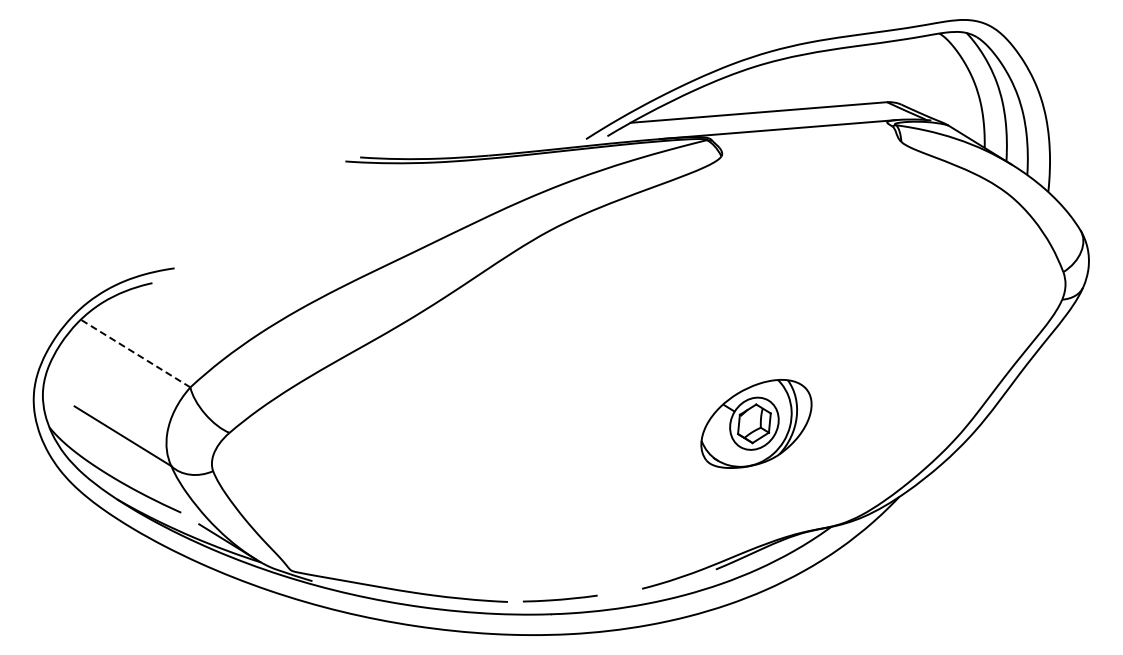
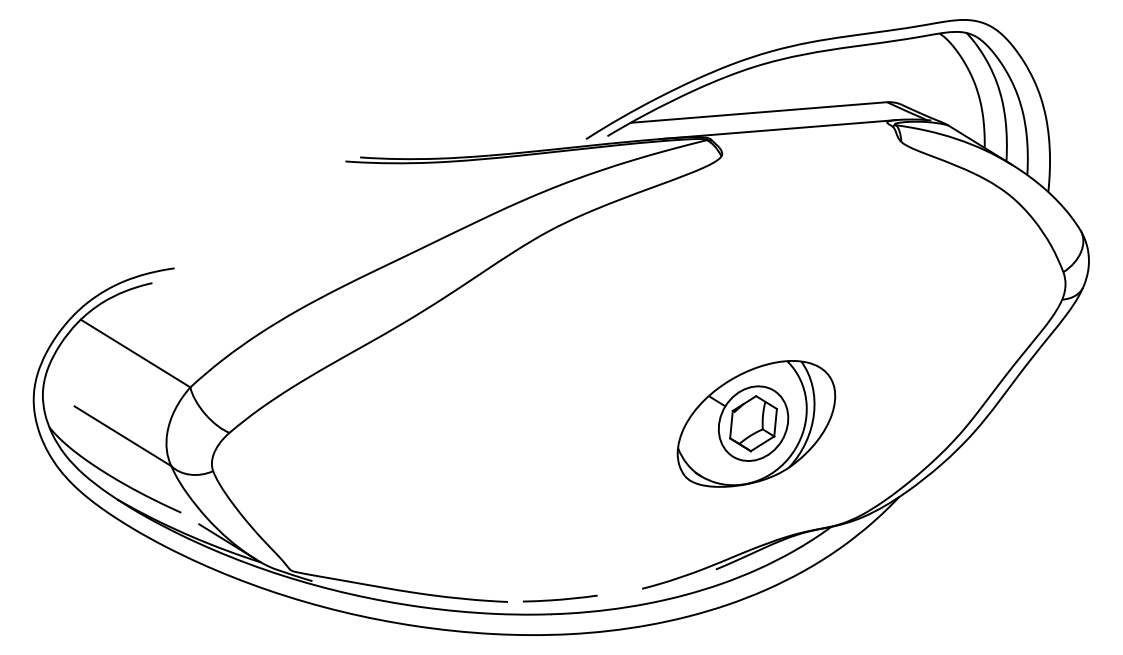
line at (135, 353): dashed -> solid
part at (756, 423) size: 113x90 px -> 161x128 px
